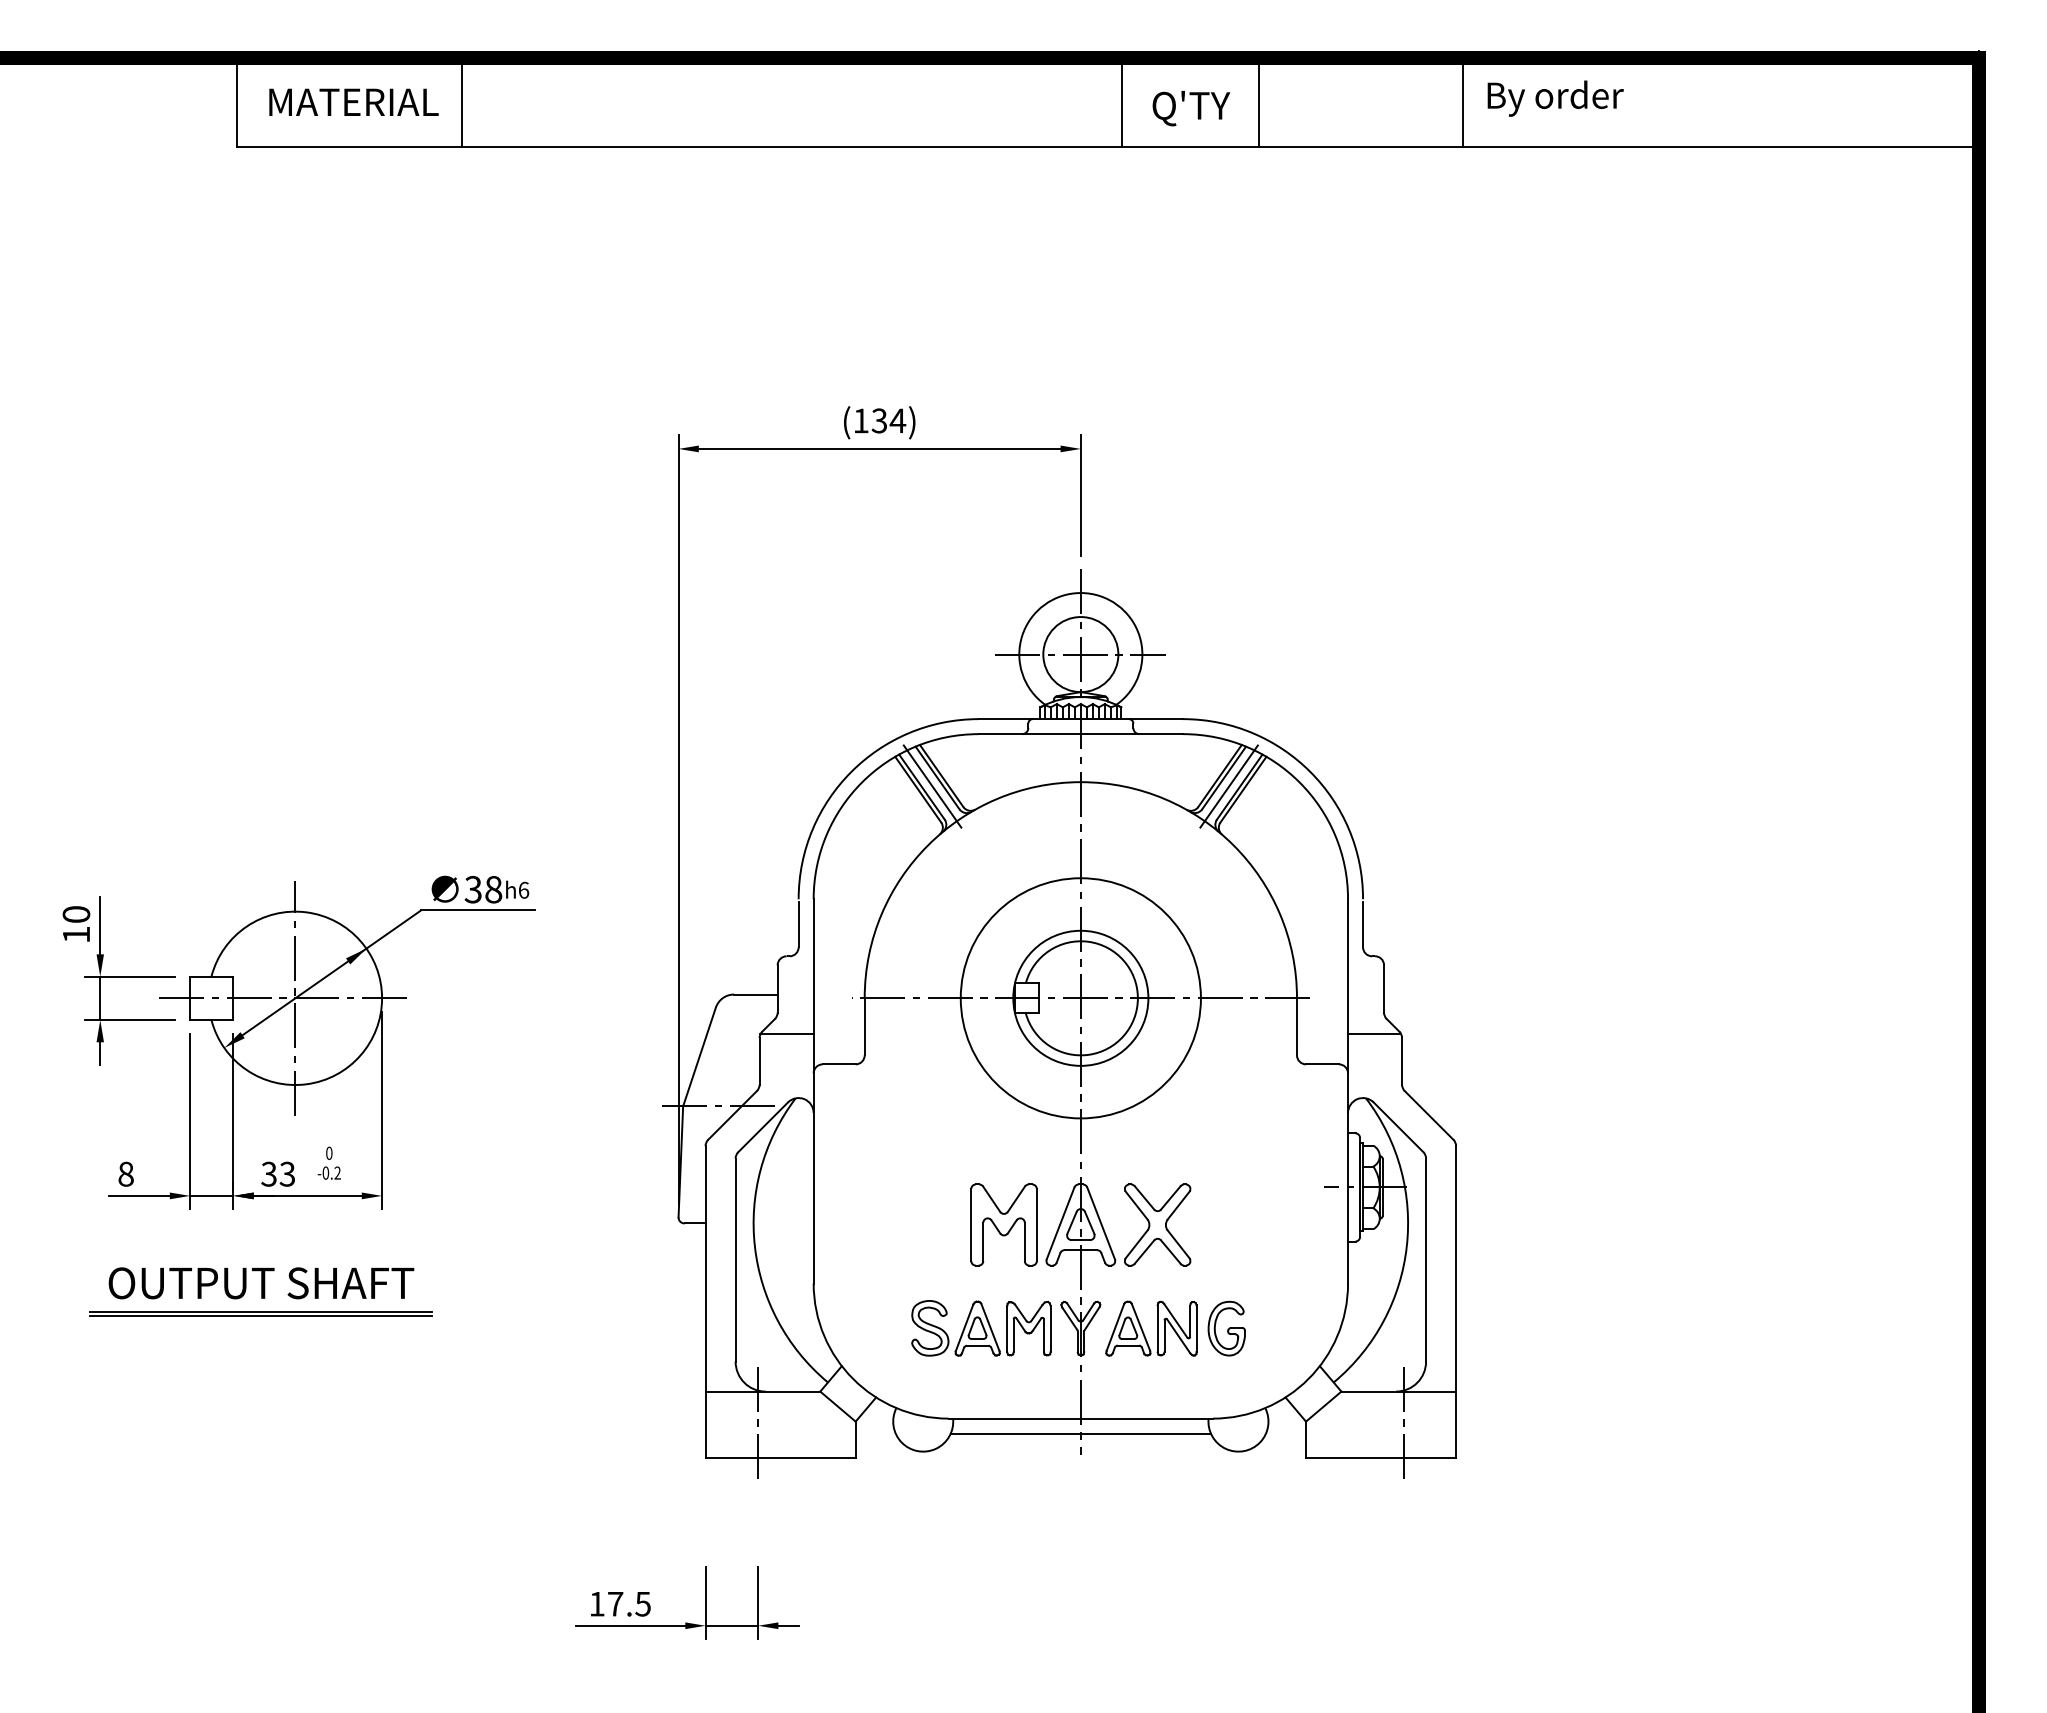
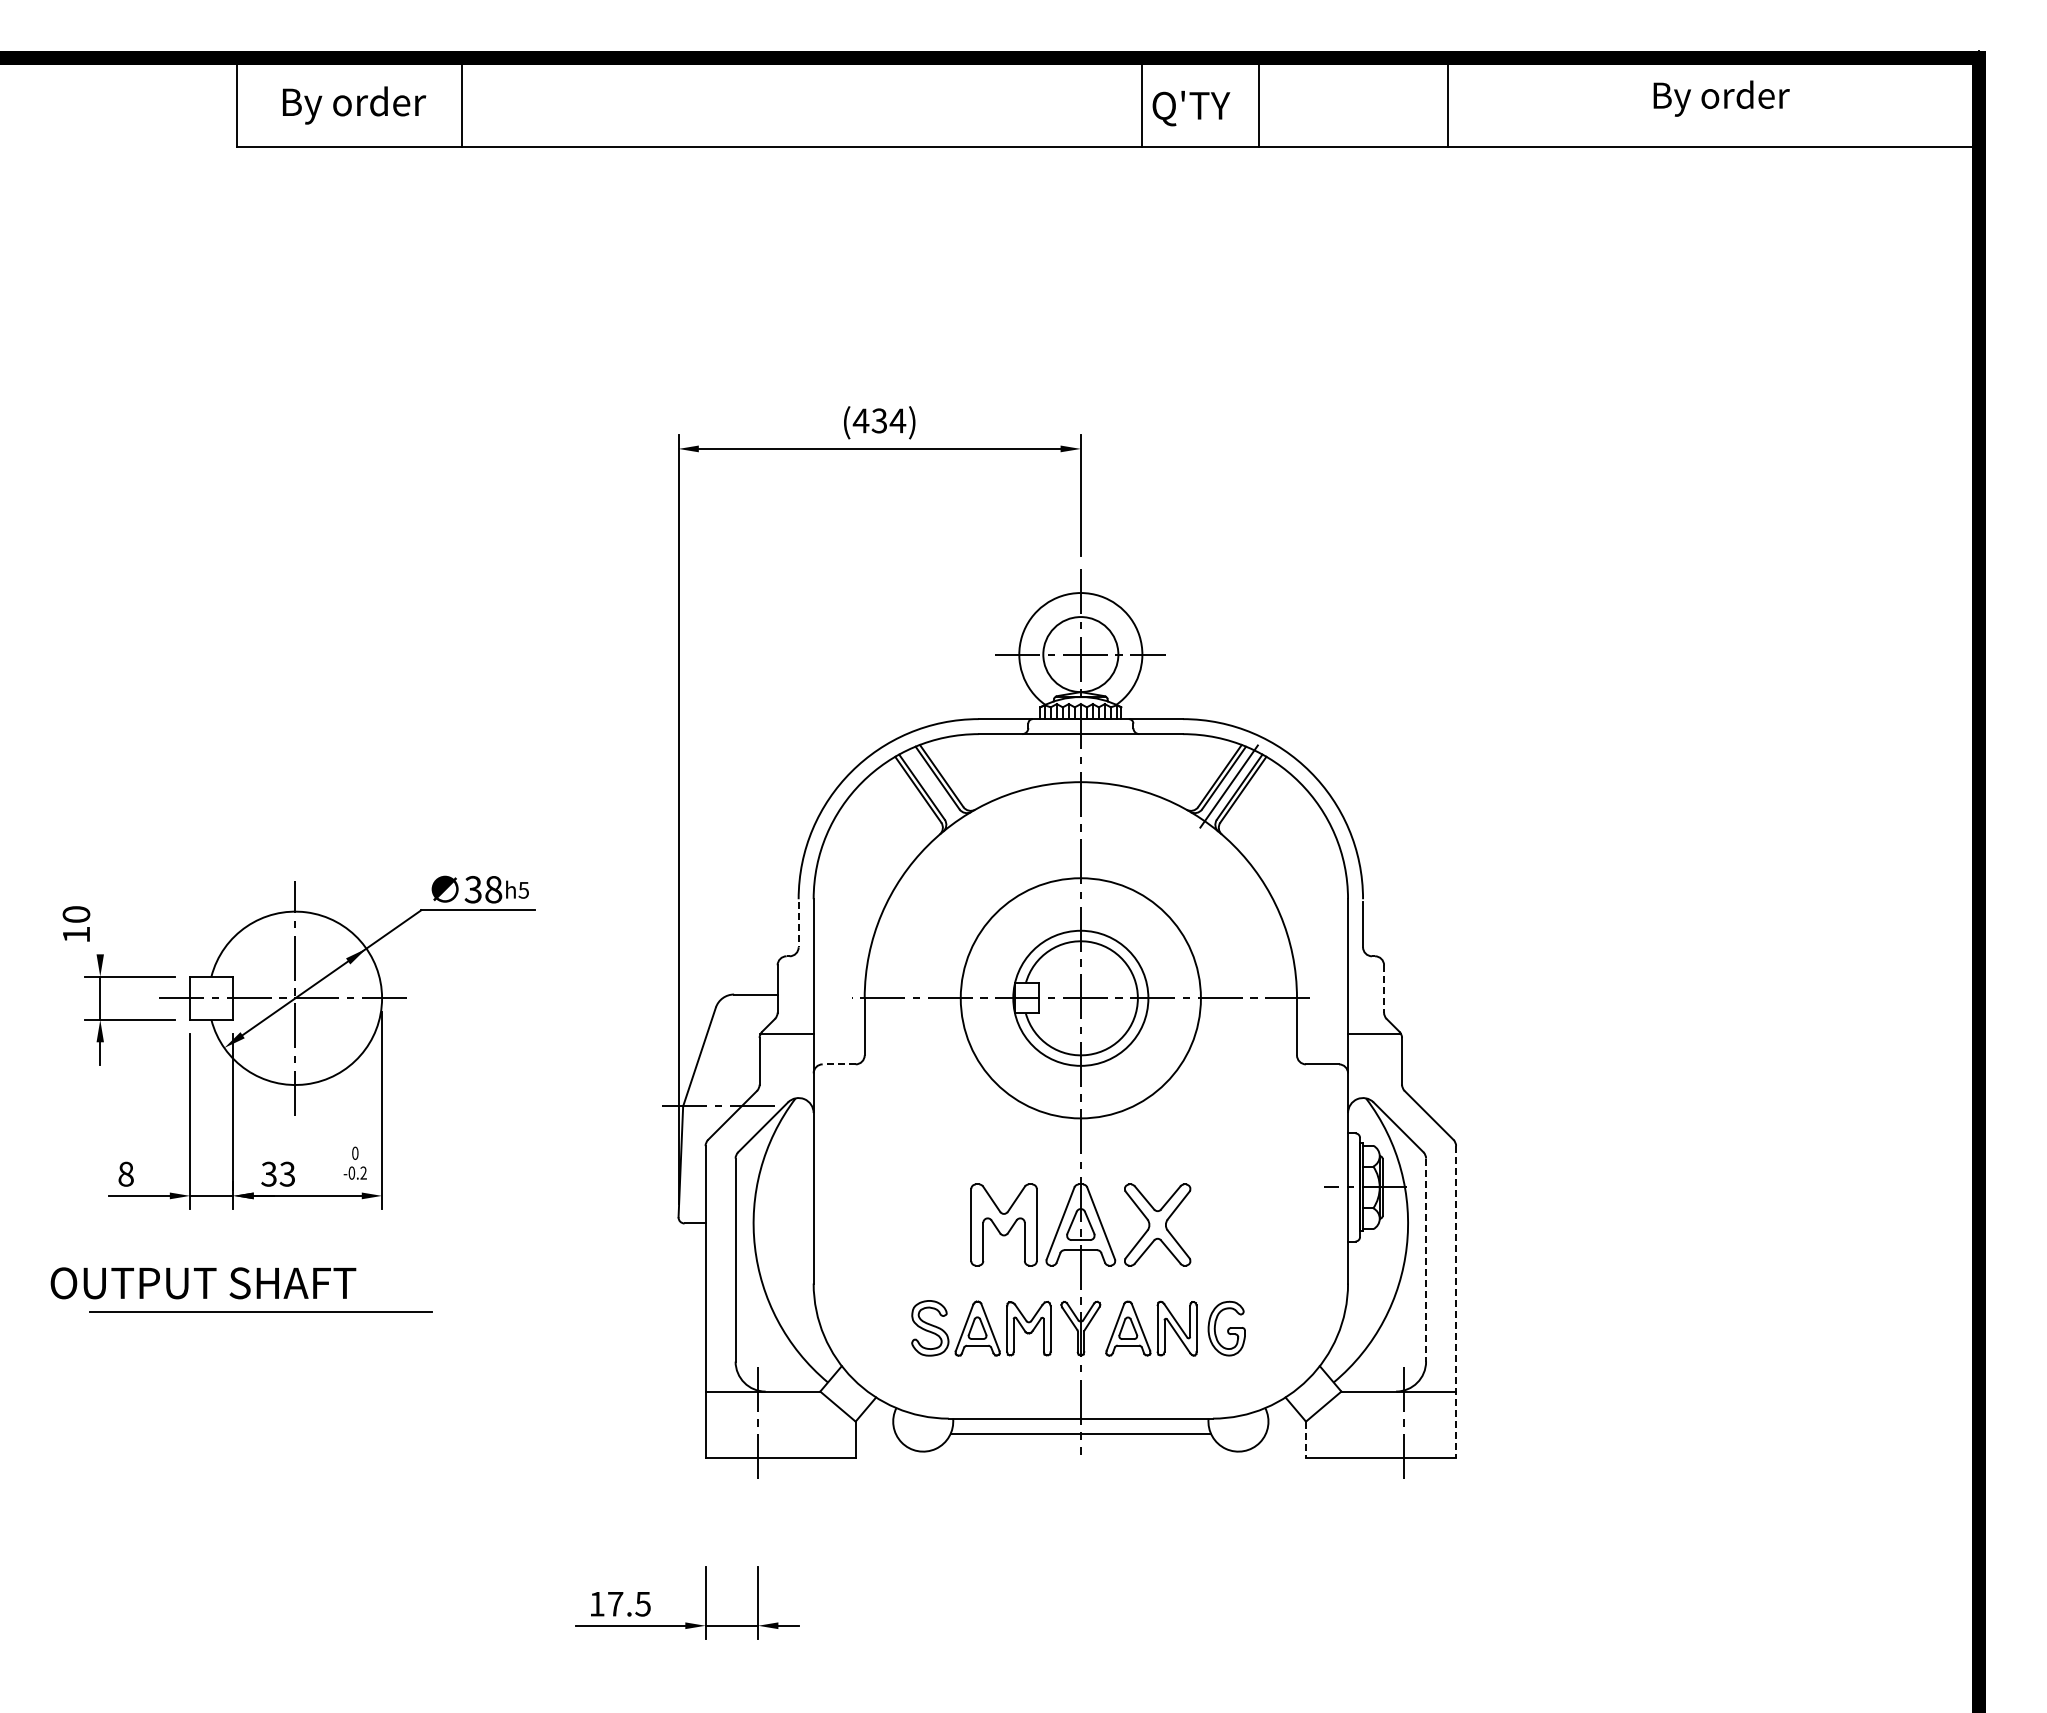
text at (1555, 98) position: (1555, 98) -> (1721, 98)
line at (1122, 102) position: (1122, 102) -> (1142, 102)
line at (1462, 102) position: (1462, 102) -> (1447, 102)
text at (353, 105): MATERIAL -> By order
text at (860, 420): (134) -> (434)
line at (932, 786): present -> none
text at (523, 889): h6 -> h5
line at (798, 924): solid -> dashed
line at (100, 925): present -> none
line at (1384, 988): solid -> dashed
line at (839, 1064): solid -> dashed
text at (328, 1162) position: (328, 1162) -> (354, 1162)
line at (1426, 1260): solid -> dashed
text at (261, 1283) position: (261, 1283) -> (203, 1283)
line at (1456, 1301): solid -> dashed
line at (260, 1316): present -> none
line at (1306, 1440): solid -> dashed
